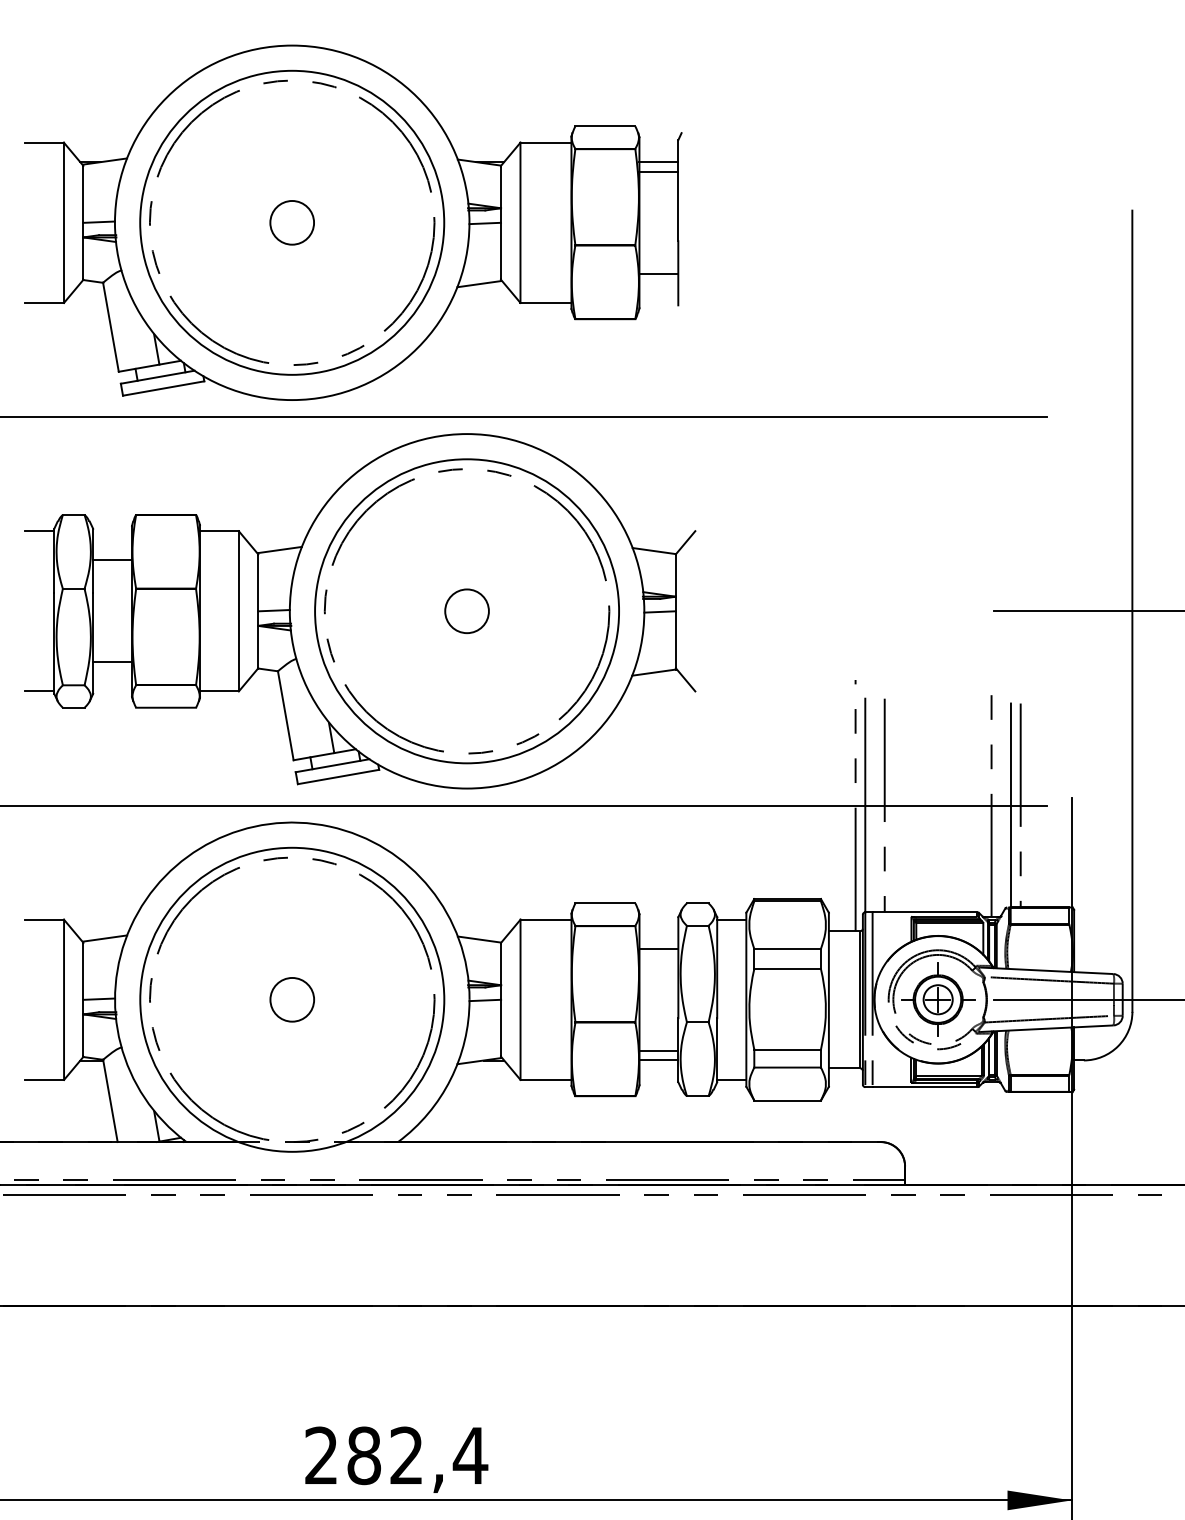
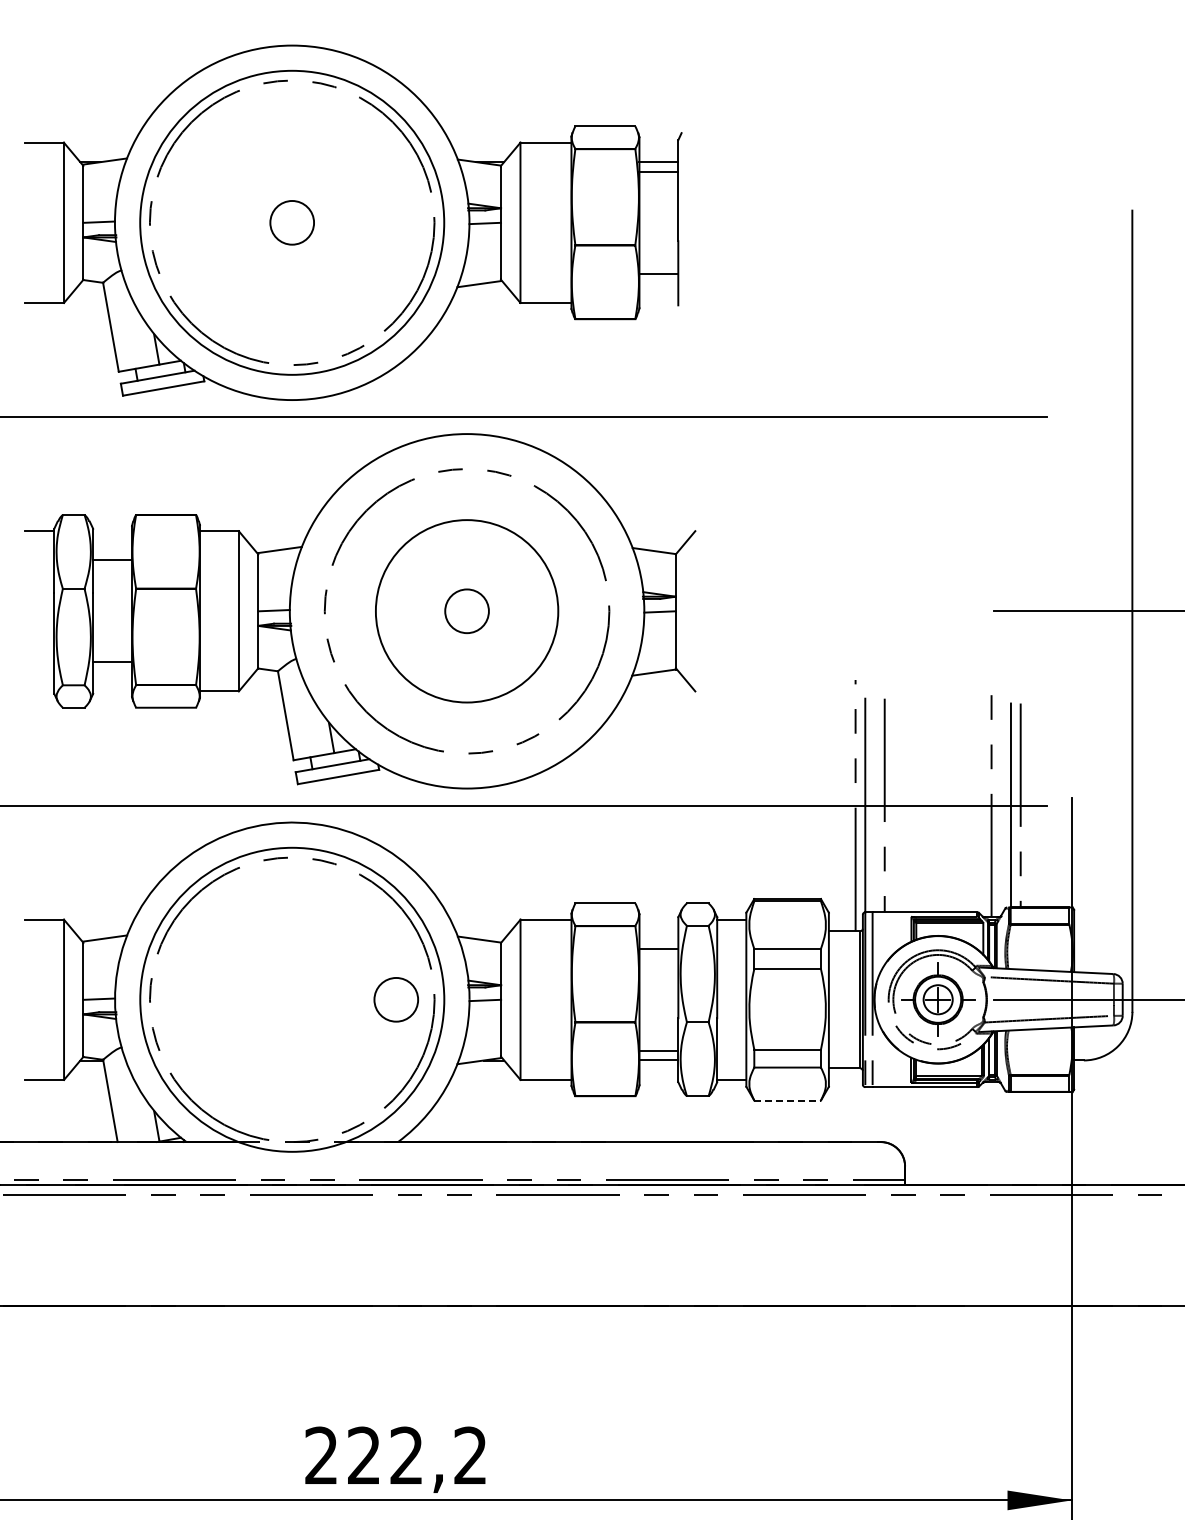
circle at (467, 611) diameter: 304 px -> 182 px
line at (39, 691): present -> none
circle at (291, 999) position: (291, 999) -> (395, 999)
line at (788, 1100): solid -> dashed
text at (417, 1455): 282,4 -> 222,2
